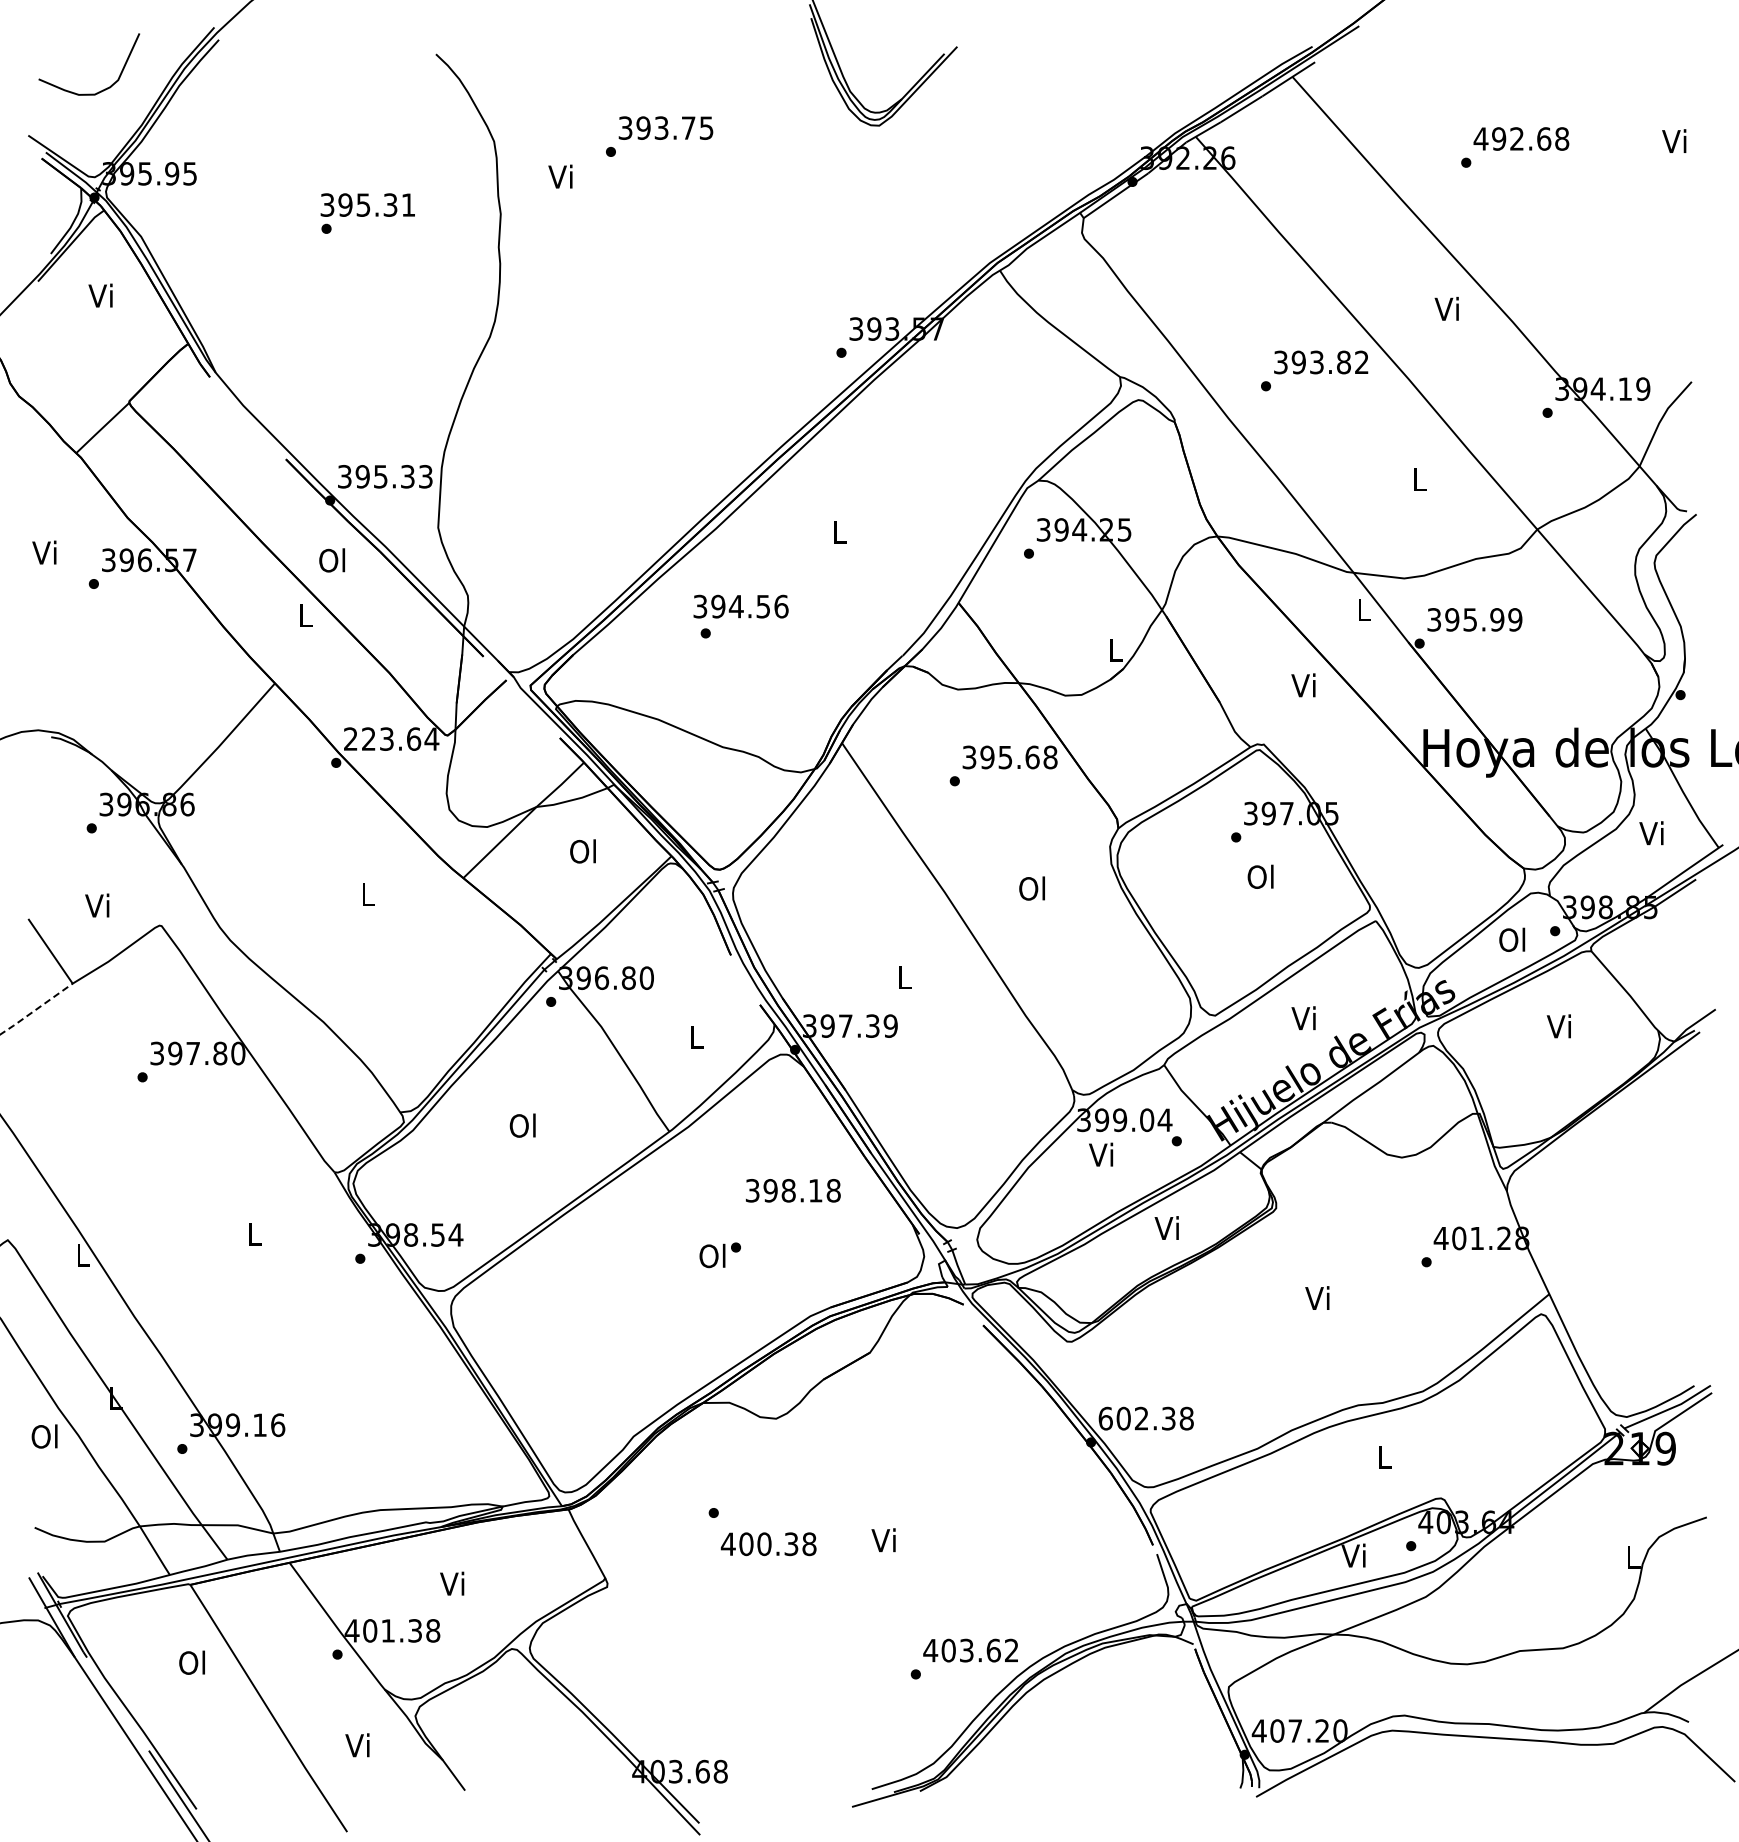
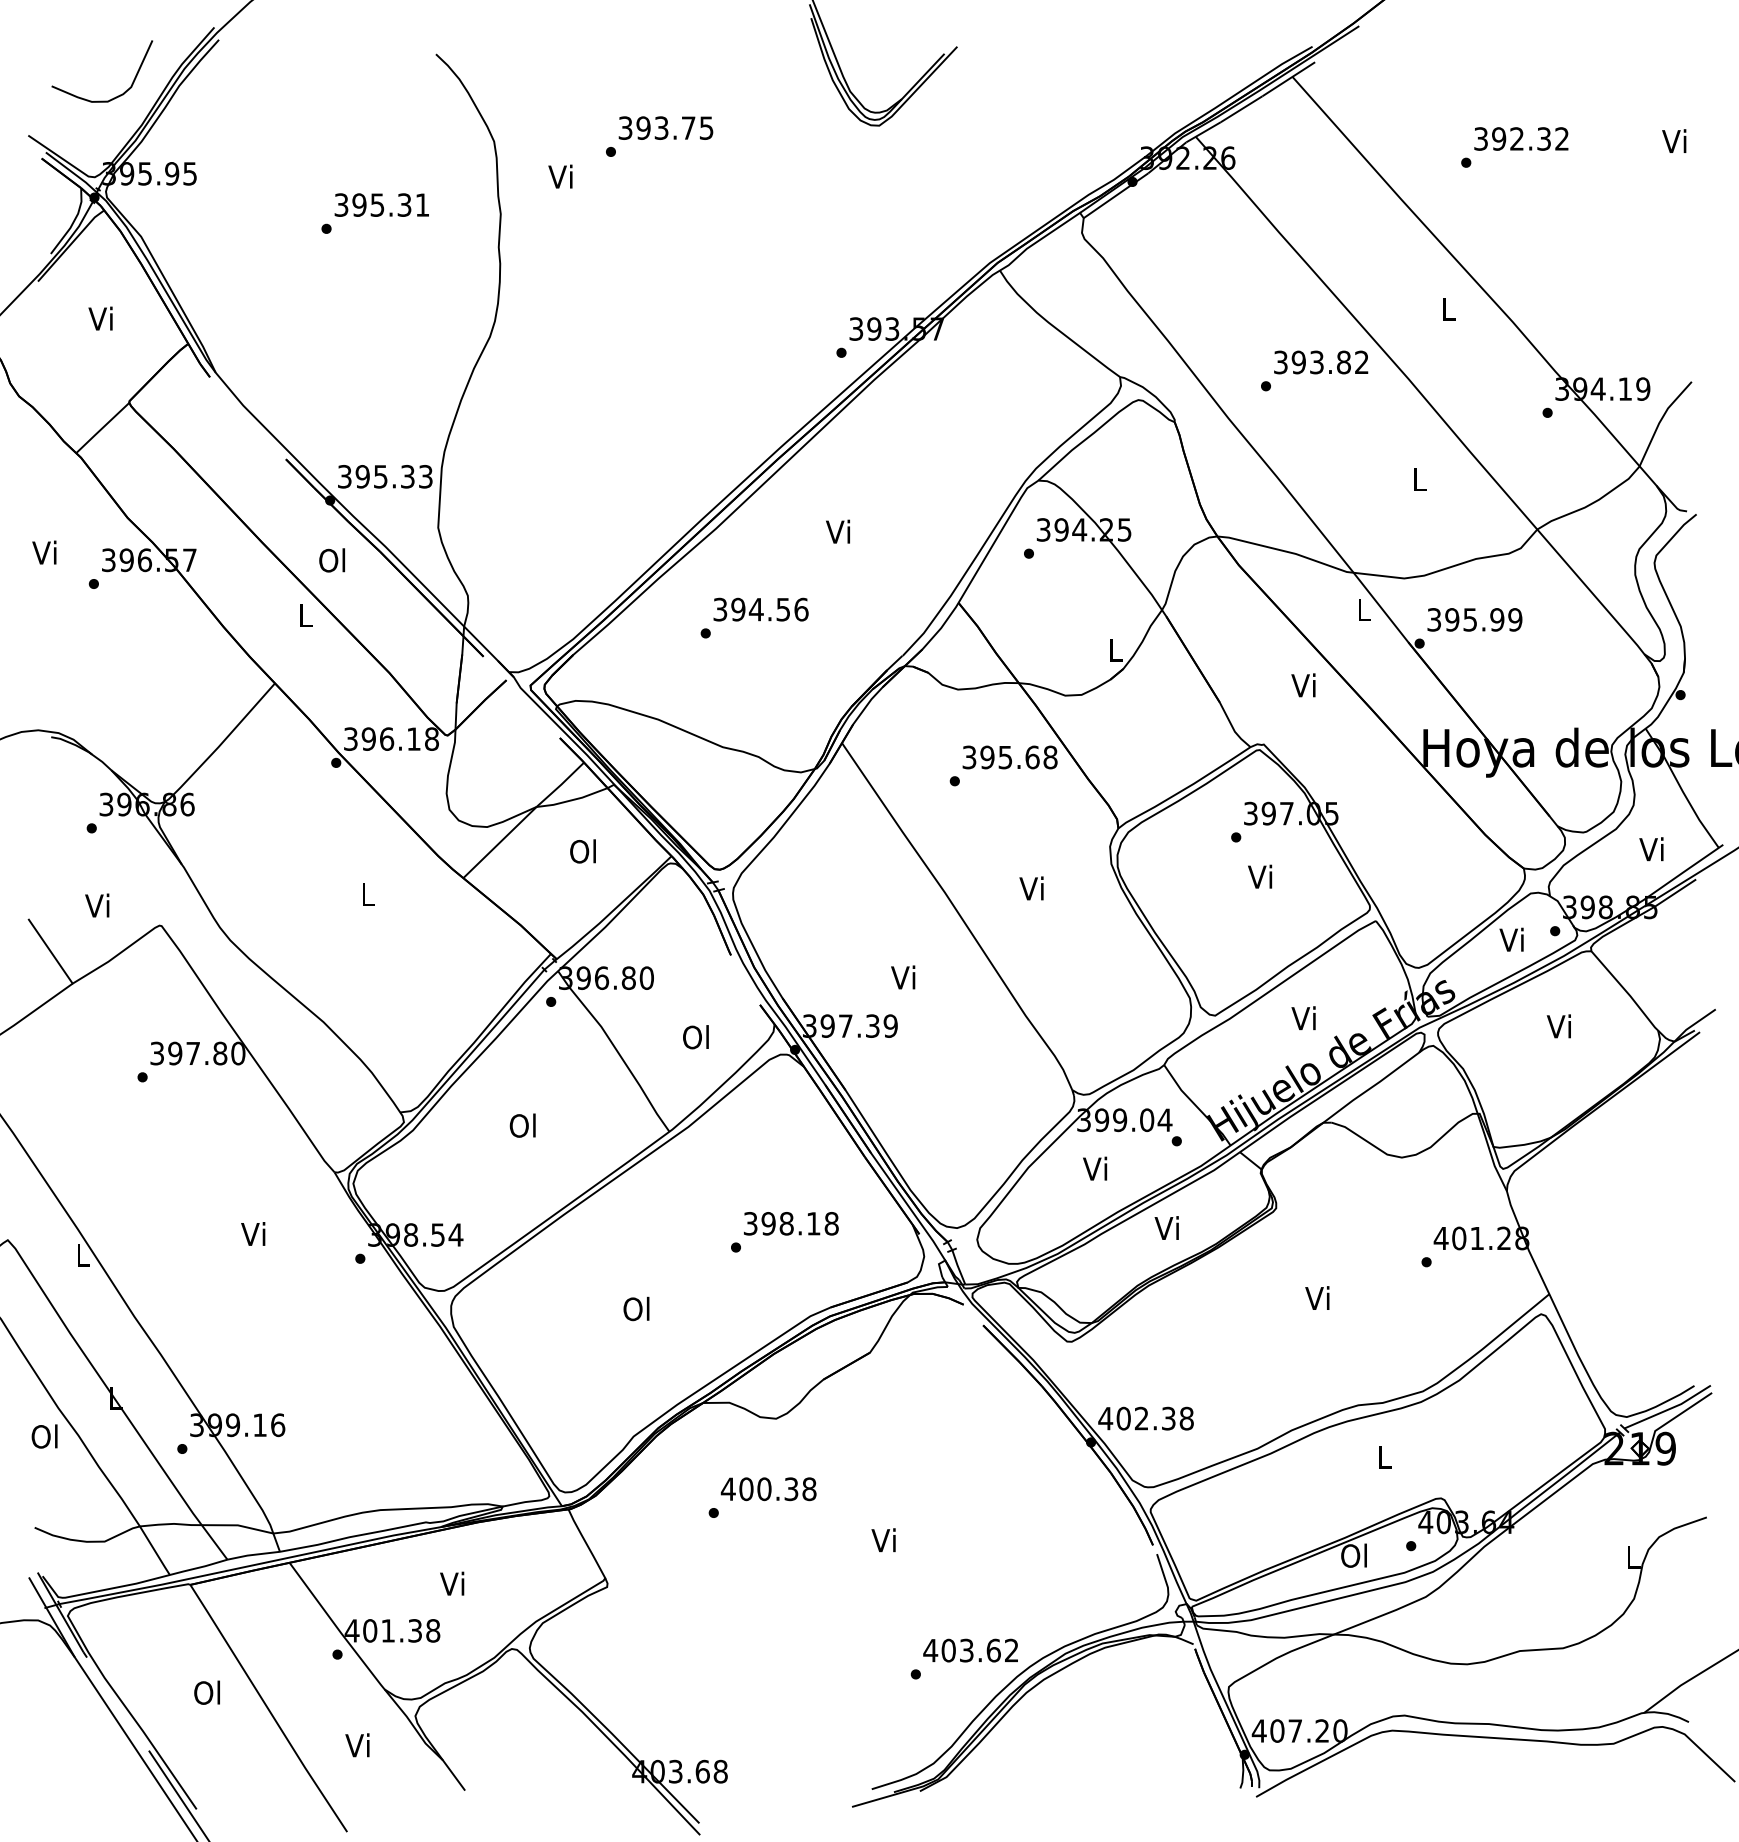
curve at (102, 89) position: (102, 89) -> (115, 96)
text at (1521, 138): 492.68 -> 392.32
text at (367, 204) position: (367, 204) -> (381, 204)
text at (100, 295) position: (100, 295) -> (100, 318)
text at (1446, 308): Vi -> L
text at (838, 531): L -> Vi
text at (740, 606) position: (740, 606) -> (760, 609)
text at (391, 738): 223.64 -> 396.18
text at (1651, 833) position: (1651, 833) -> (1651, 849)
text at (1260, 876): Ol -> Vi
text at (1031, 888): Ol -> Vi
text at (1512, 939): Ol -> Vi
text at (903, 977): L -> Vi
line at (36, 1009): dashed -> solid
text at (695, 1037): L -> Ol
text at (1101, 1154) position: (1101, 1154) -> (1095, 1168)
text at (793, 1190) position: (793, 1190) -> (791, 1223)
text at (253, 1233): L -> Vi
text at (712, 1255) position: (712, 1255) -> (636, 1308)
text at (1105, 1418): 602.38 -> 402.38
text at (768, 1544) position: (768, 1544) -> (768, 1489)
text at (1353, 1555): Vi -> Ol
text at (191, 1662) position: (191, 1662) -> (206, 1692)
